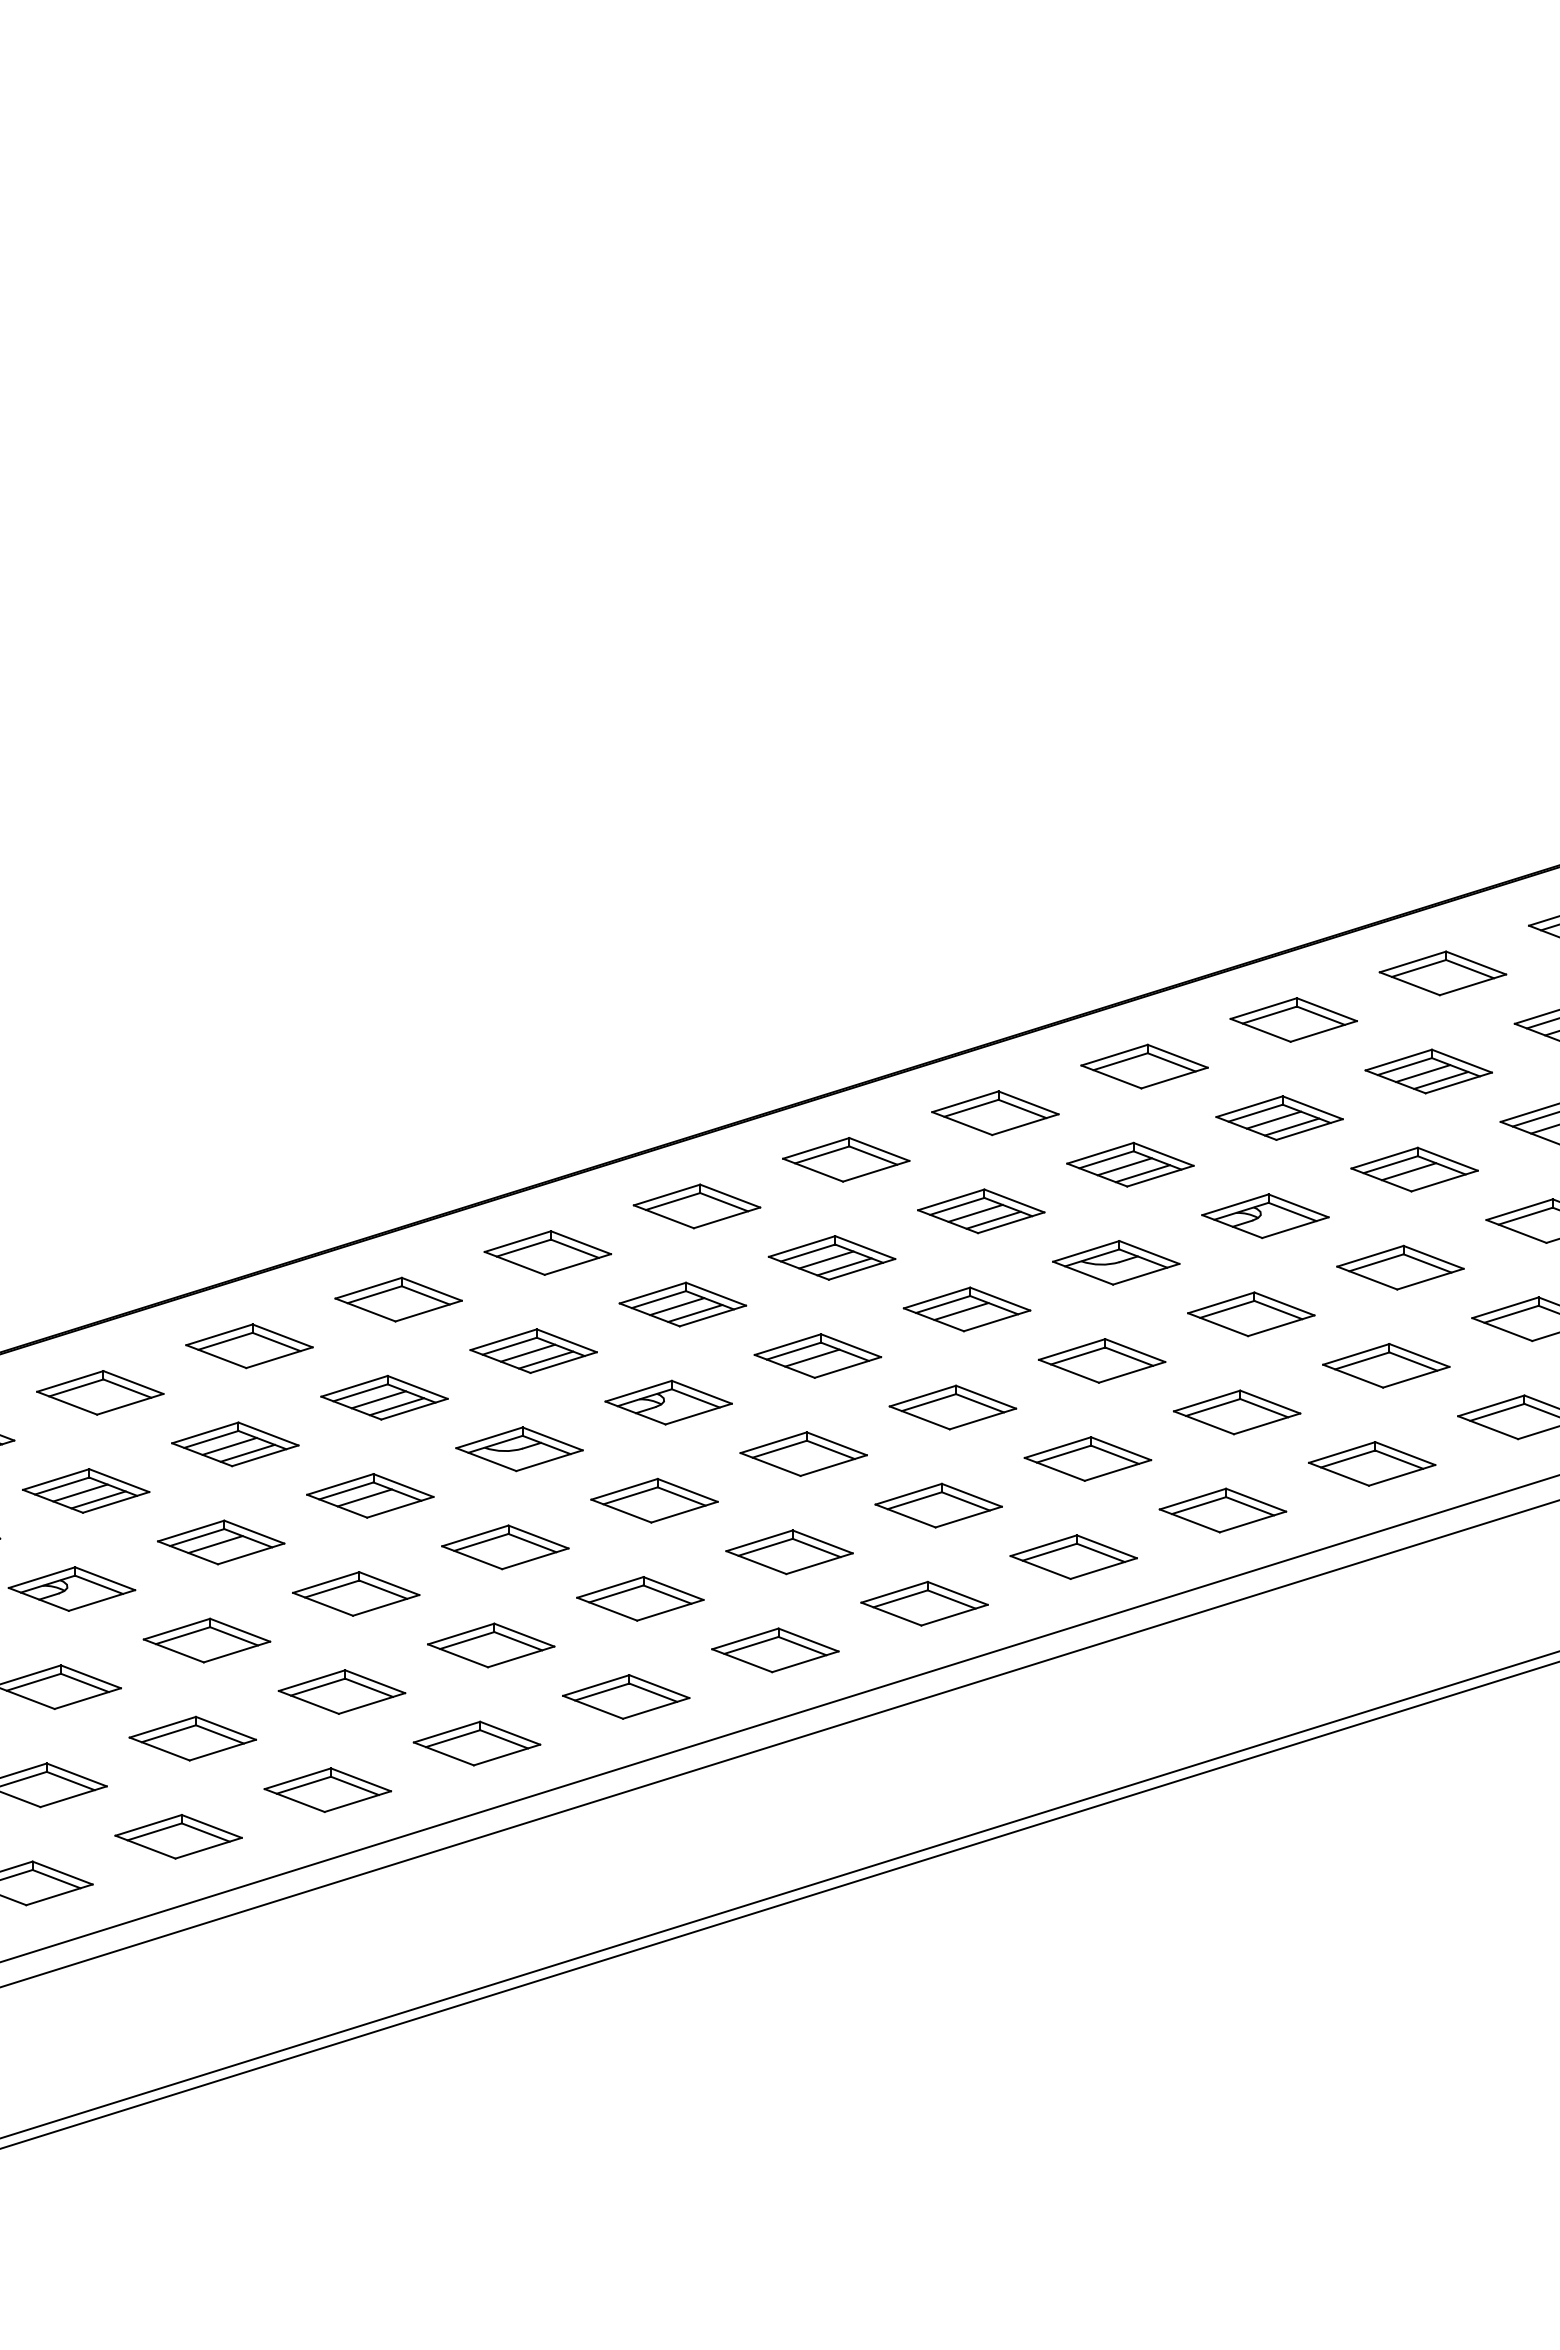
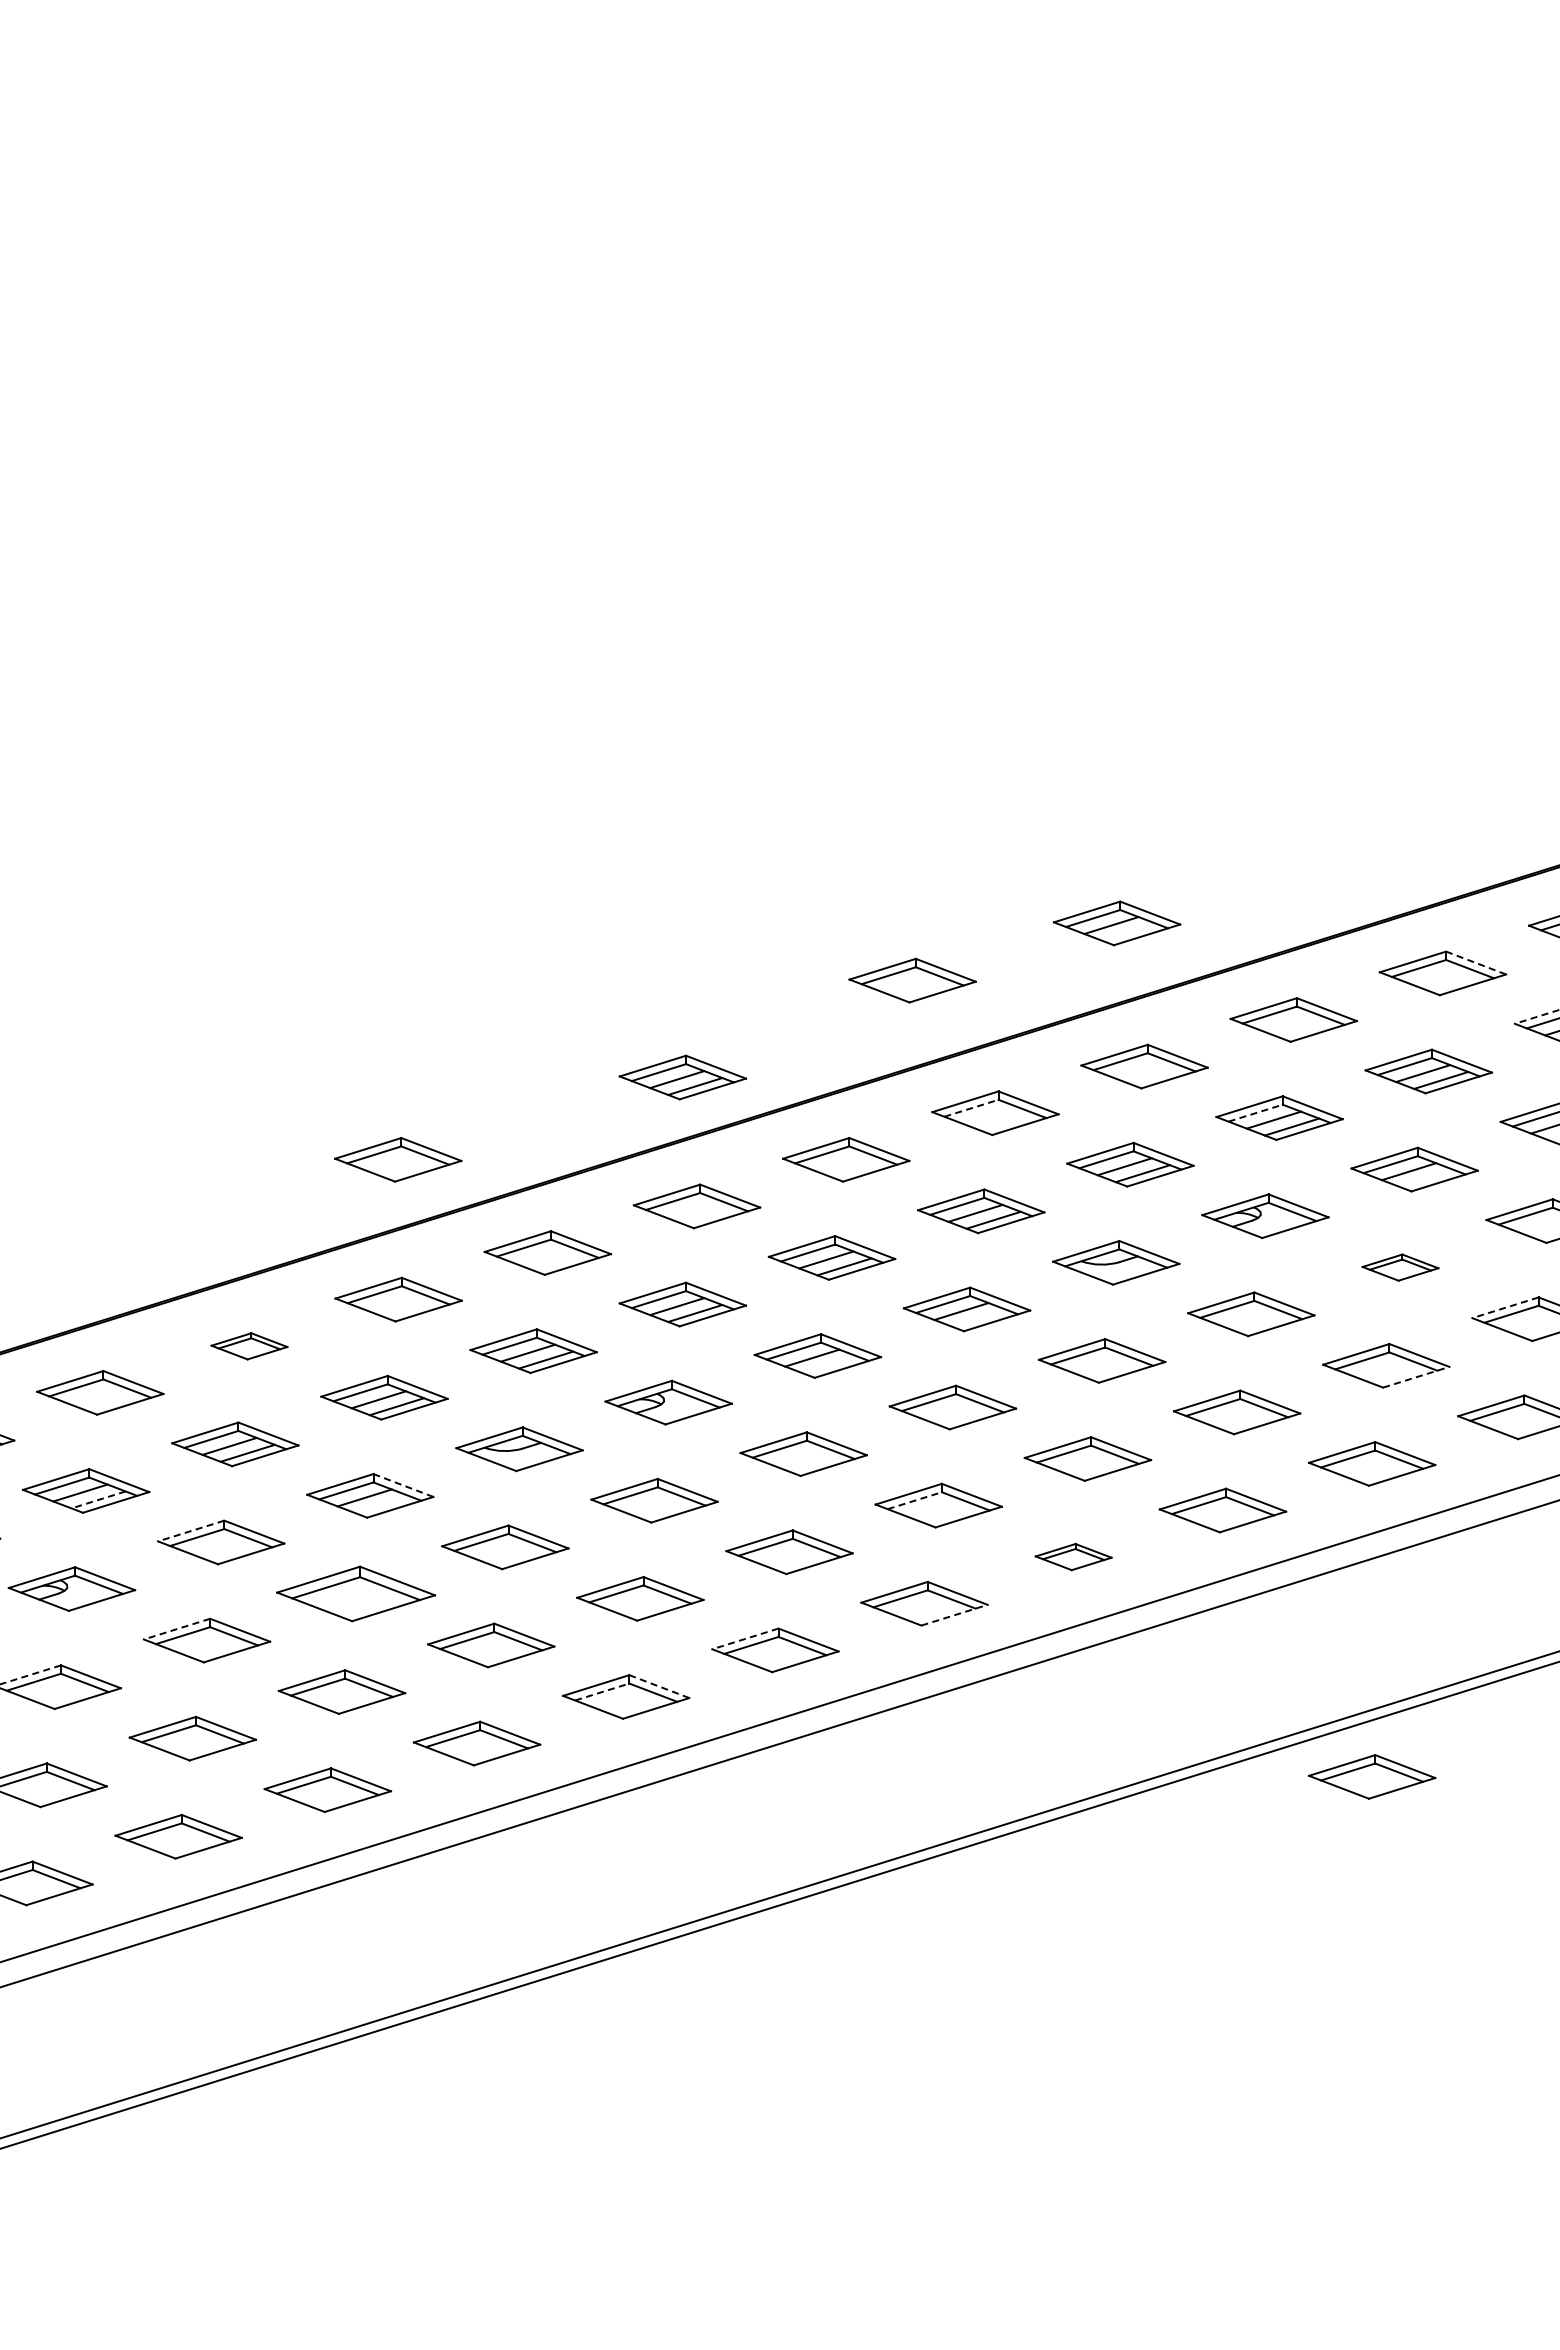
part at (1116, 923): none -> present
line at (1475, 962): solid -> dashed
part at (912, 980): none -> present
line at (1536, 1017): solid -> dashed
part at (682, 1077): none -> present
line at (971, 1108): solid -> dashed
line at (1256, 1113): solid -> dashed
part at (398, 1159): none -> present
part at (1400, 1267) size: 129x47 px -> 79x29 px
line at (1505, 1307): solid -> dashed
part at (249, 1346) size: 129x47 px -> 79x29 px
line at (1416, 1377): solid -> dashed
line at (403, 1485): solid -> dashed
line at (98, 1500): solid -> dashed
line at (915, 1500): solid -> dashed
line at (191, 1531): solid -> dashed
line at (215, 1544): present -> none
part at (1073, 1556) size: 129x46 px -> 79x29 px
part at (356, 1593) size: 129x46 px -> 161x58 px
line at (954, 1615): solid -> dashed
line at (177, 1629): solid -> dashed
line at (745, 1638): solid -> dashed
line at (30, 1674): solid -> dashed
line at (658, 1686): solid -> dashed
line at (602, 1691): solid -> dashed
part at (1372, 1776): none -> present
